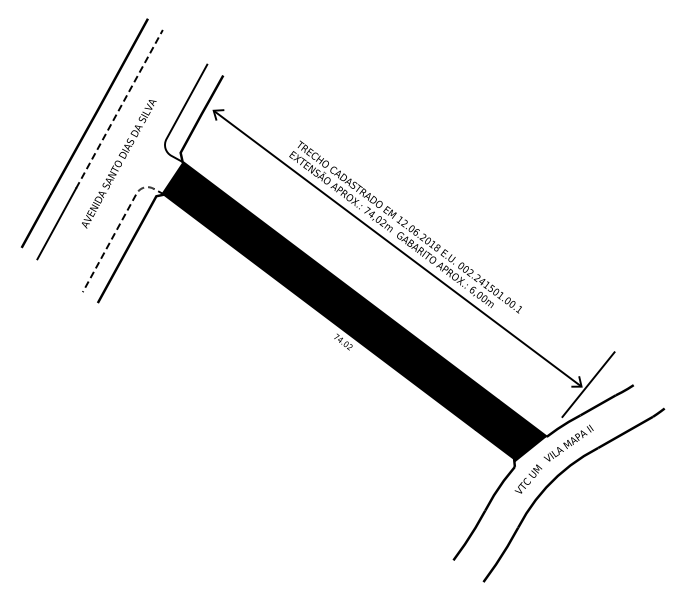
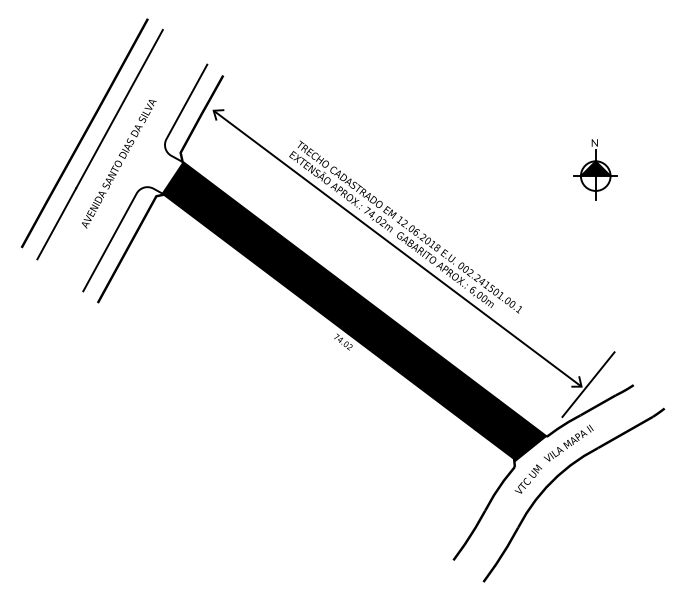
line at (119, 108): dashed -> solid
part at (595, 169): none -> present
line at (120, 223): dashed -> solid
